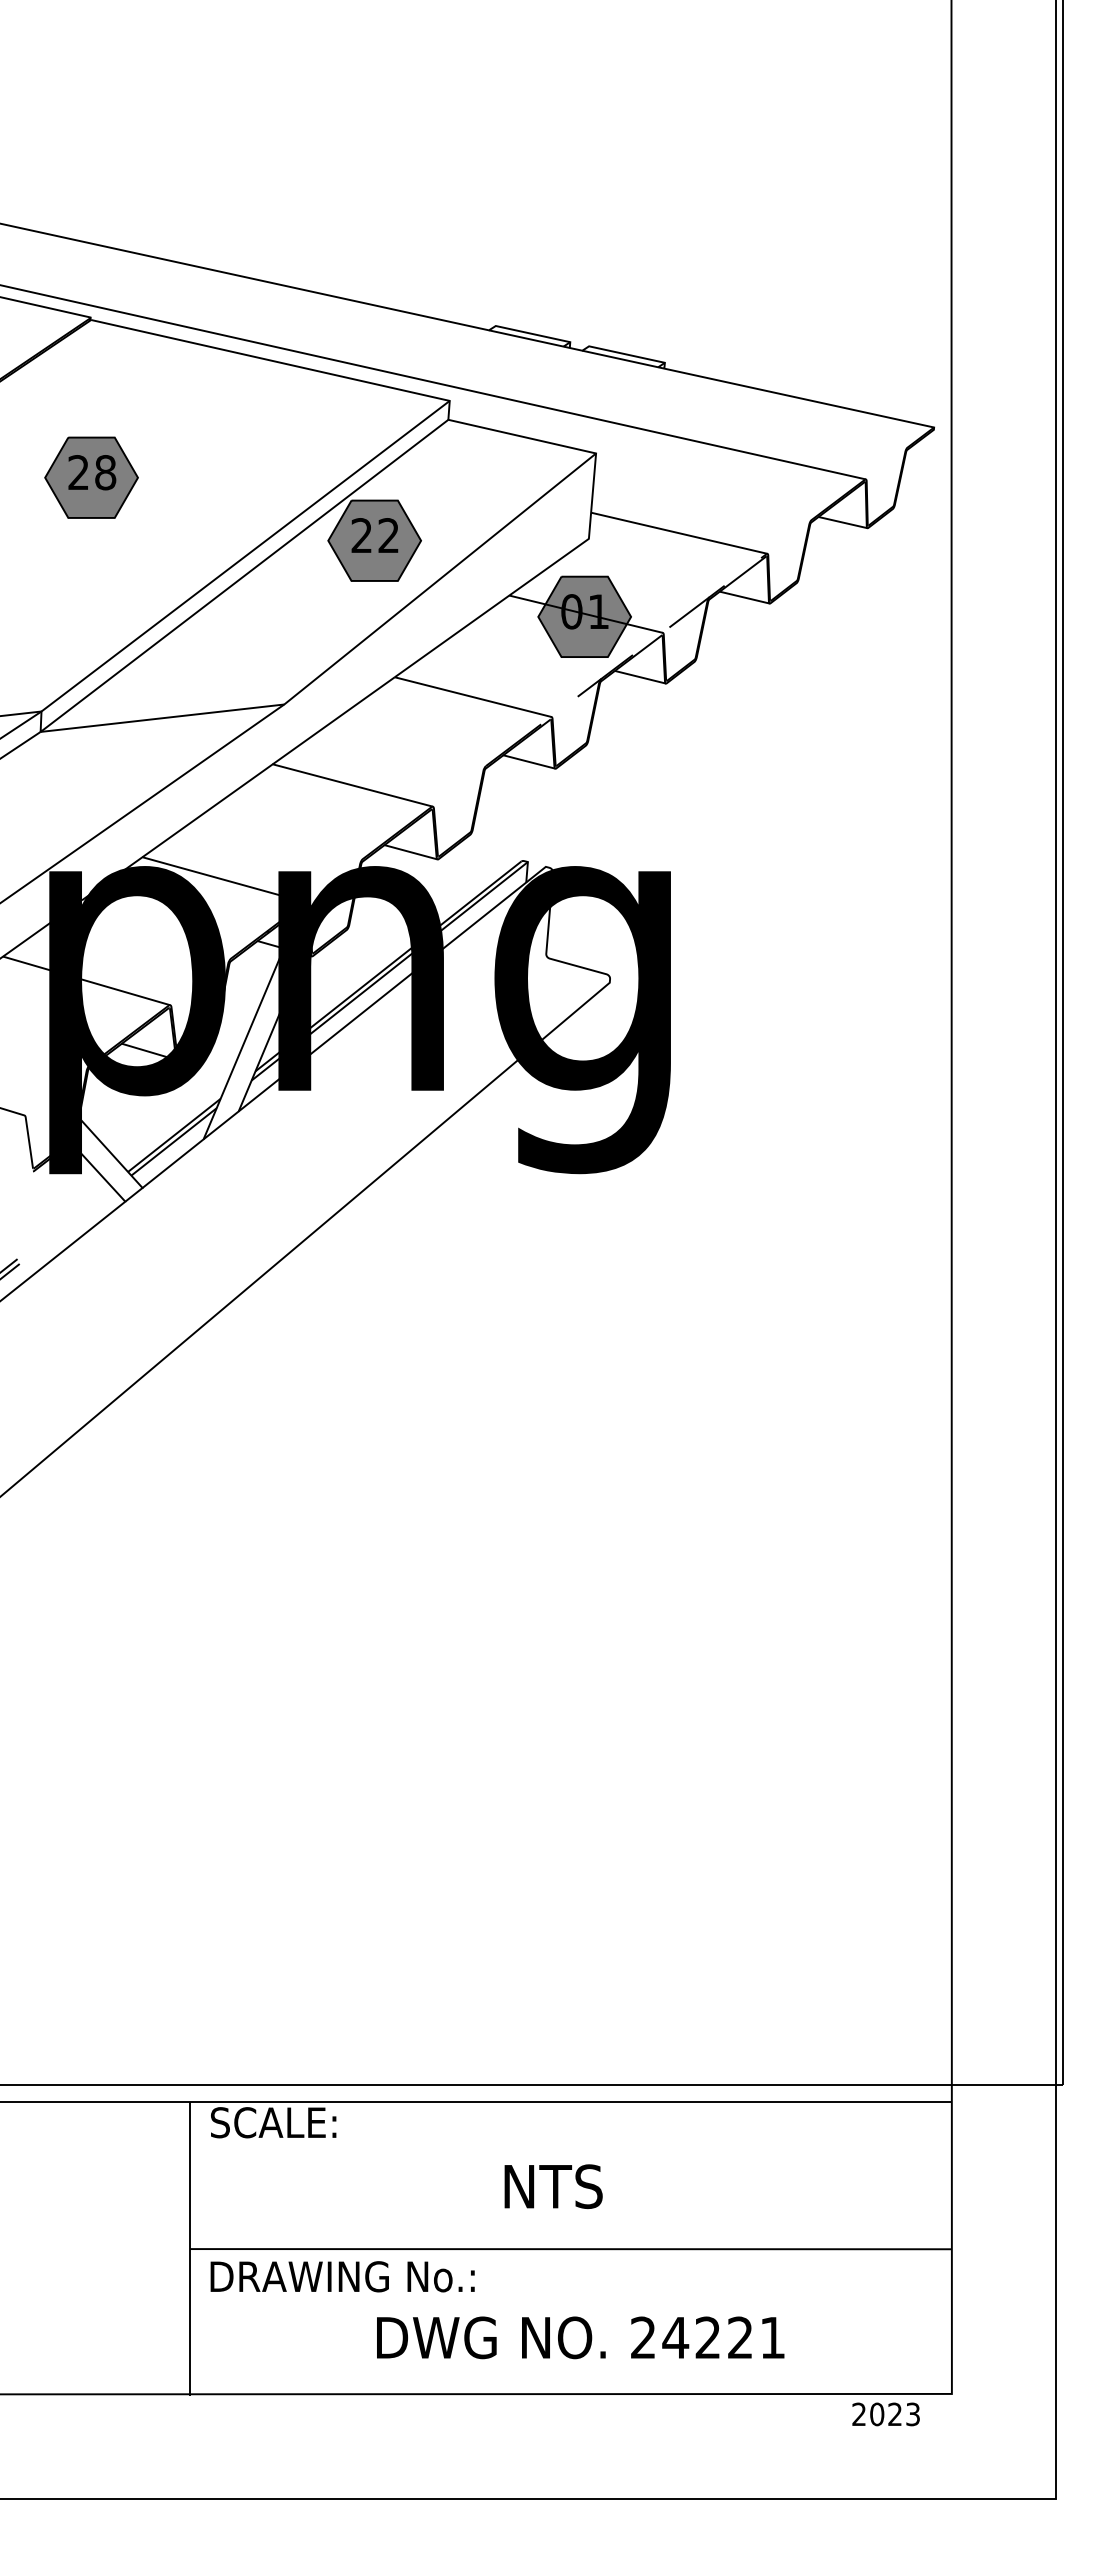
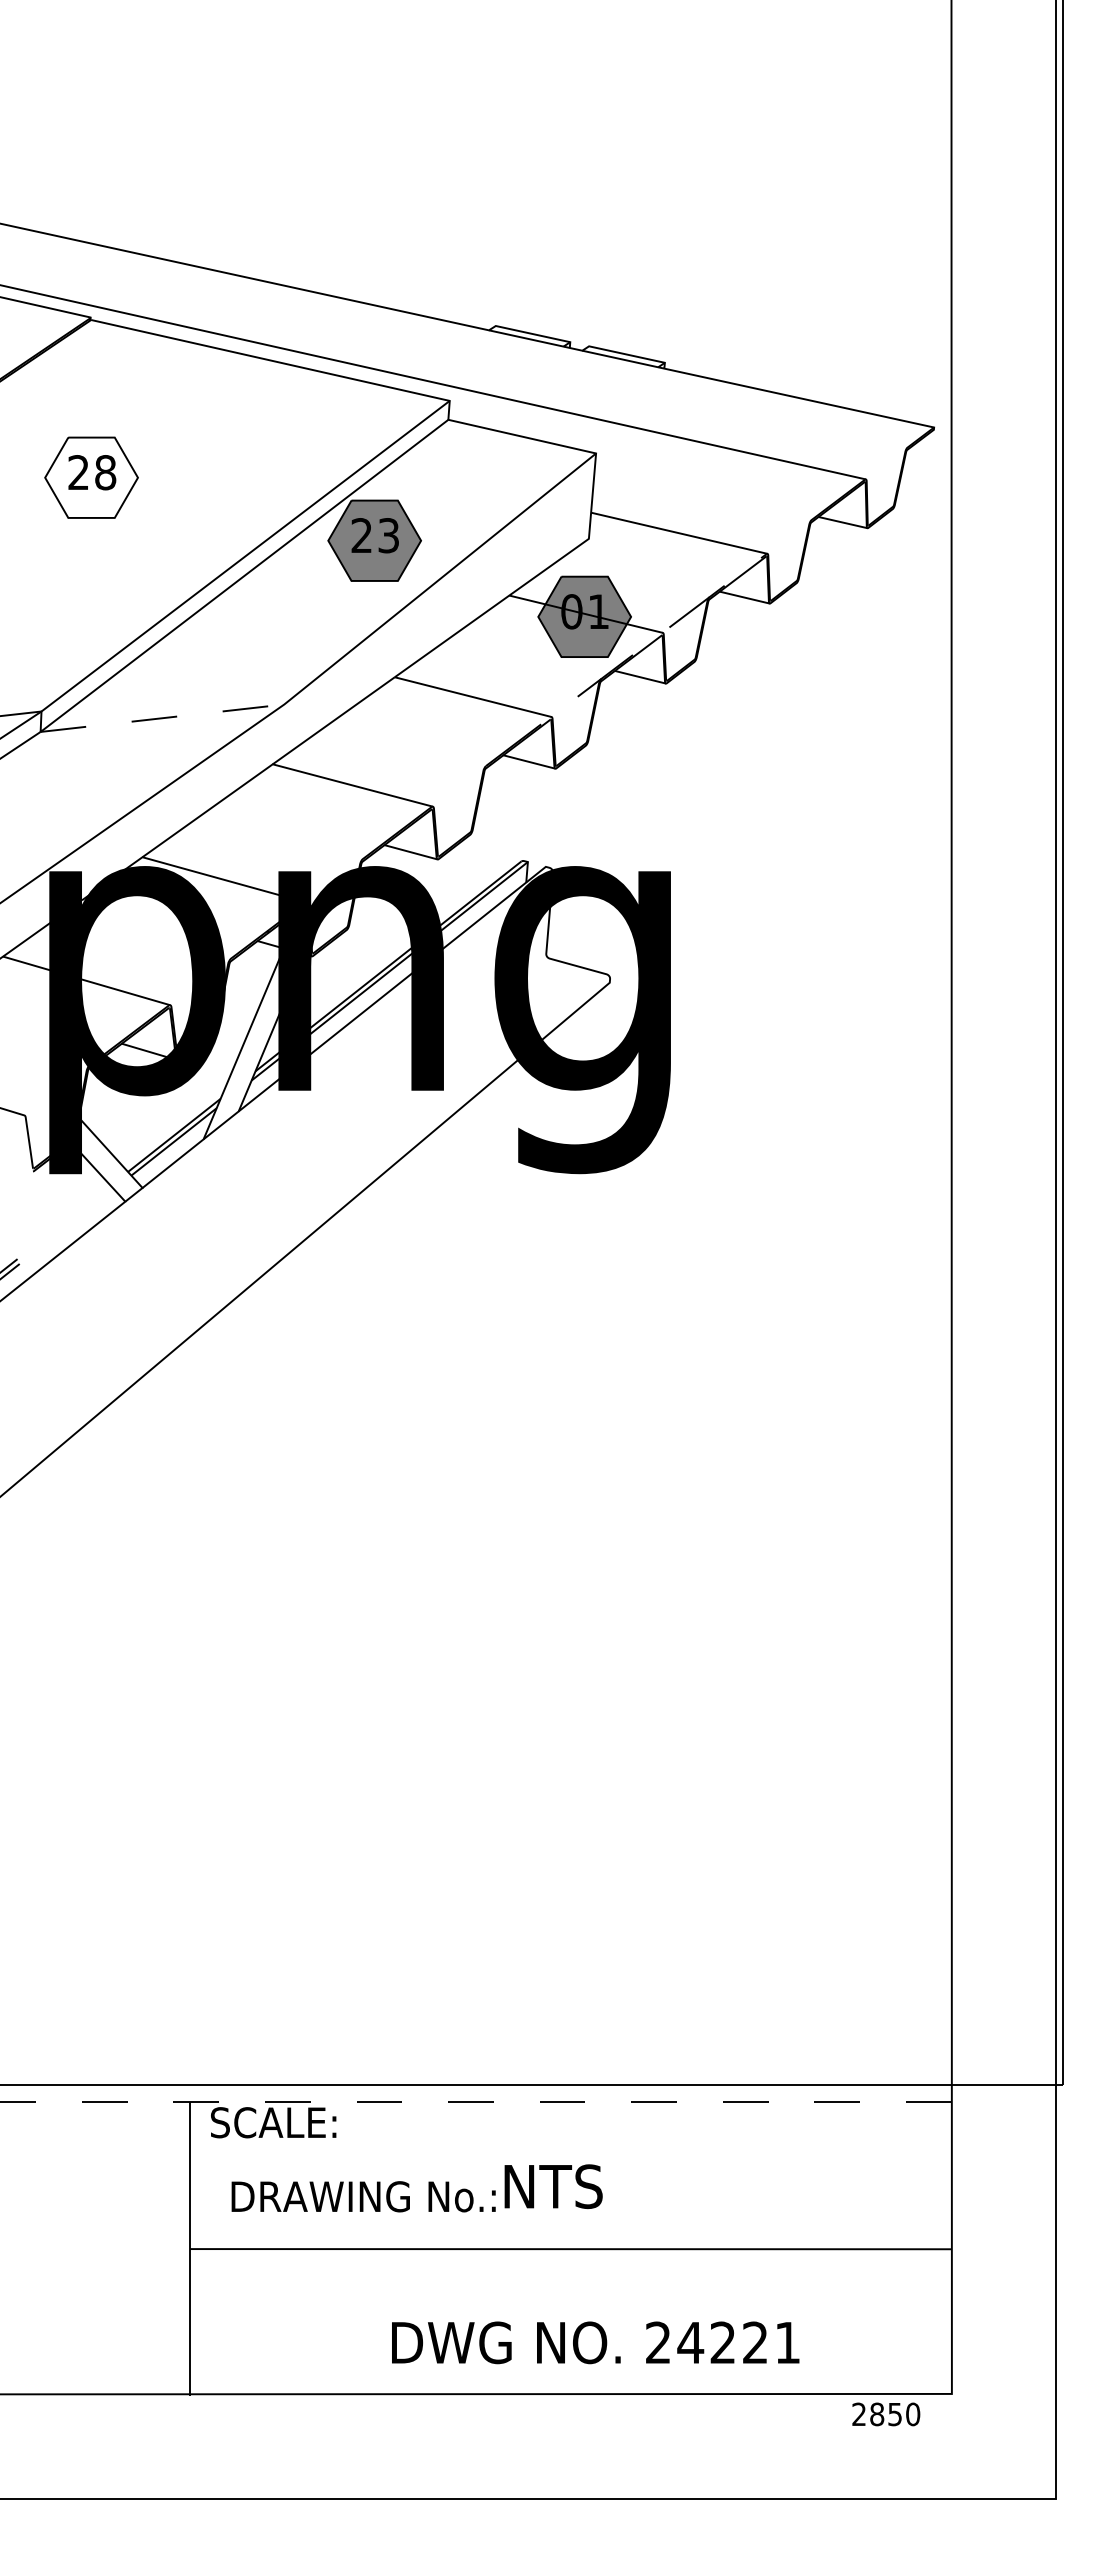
fill at (91, 477): present -> none
text at (388, 535): 22 -> 23
line at (162, 718): solid -> dashed
line at (475, 2101): solid -> dashed
text at (342, 2276) position: (342, 2276) -> (363, 2196)
text at (580, 2337) position: (580, 2337) -> (595, 2342)
text at (895, 2414): 2023 -> 2850
